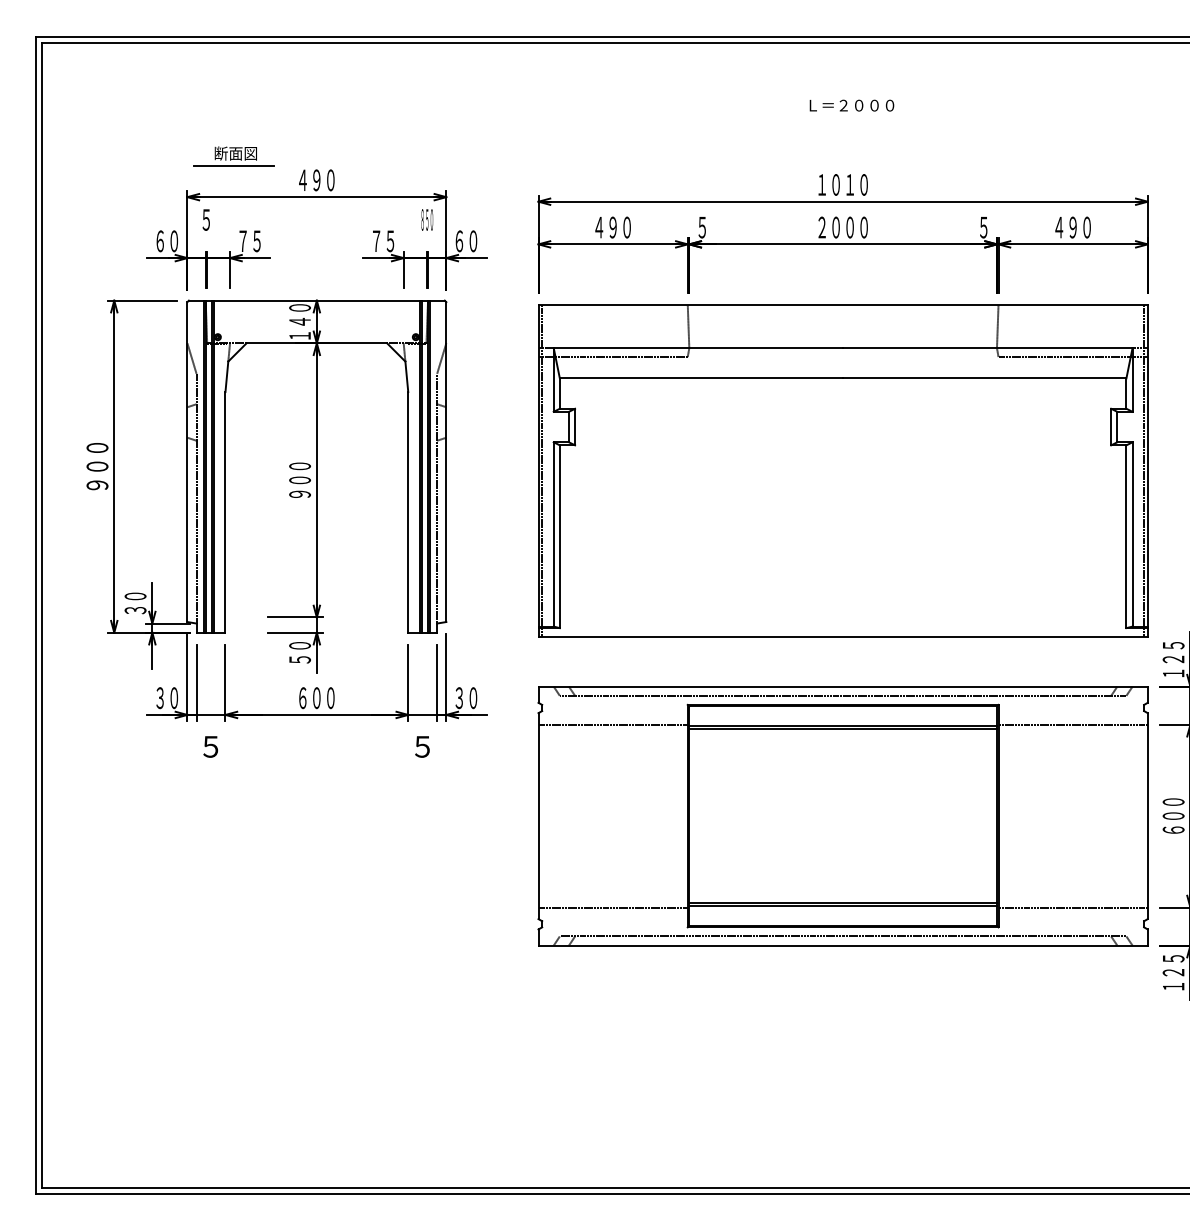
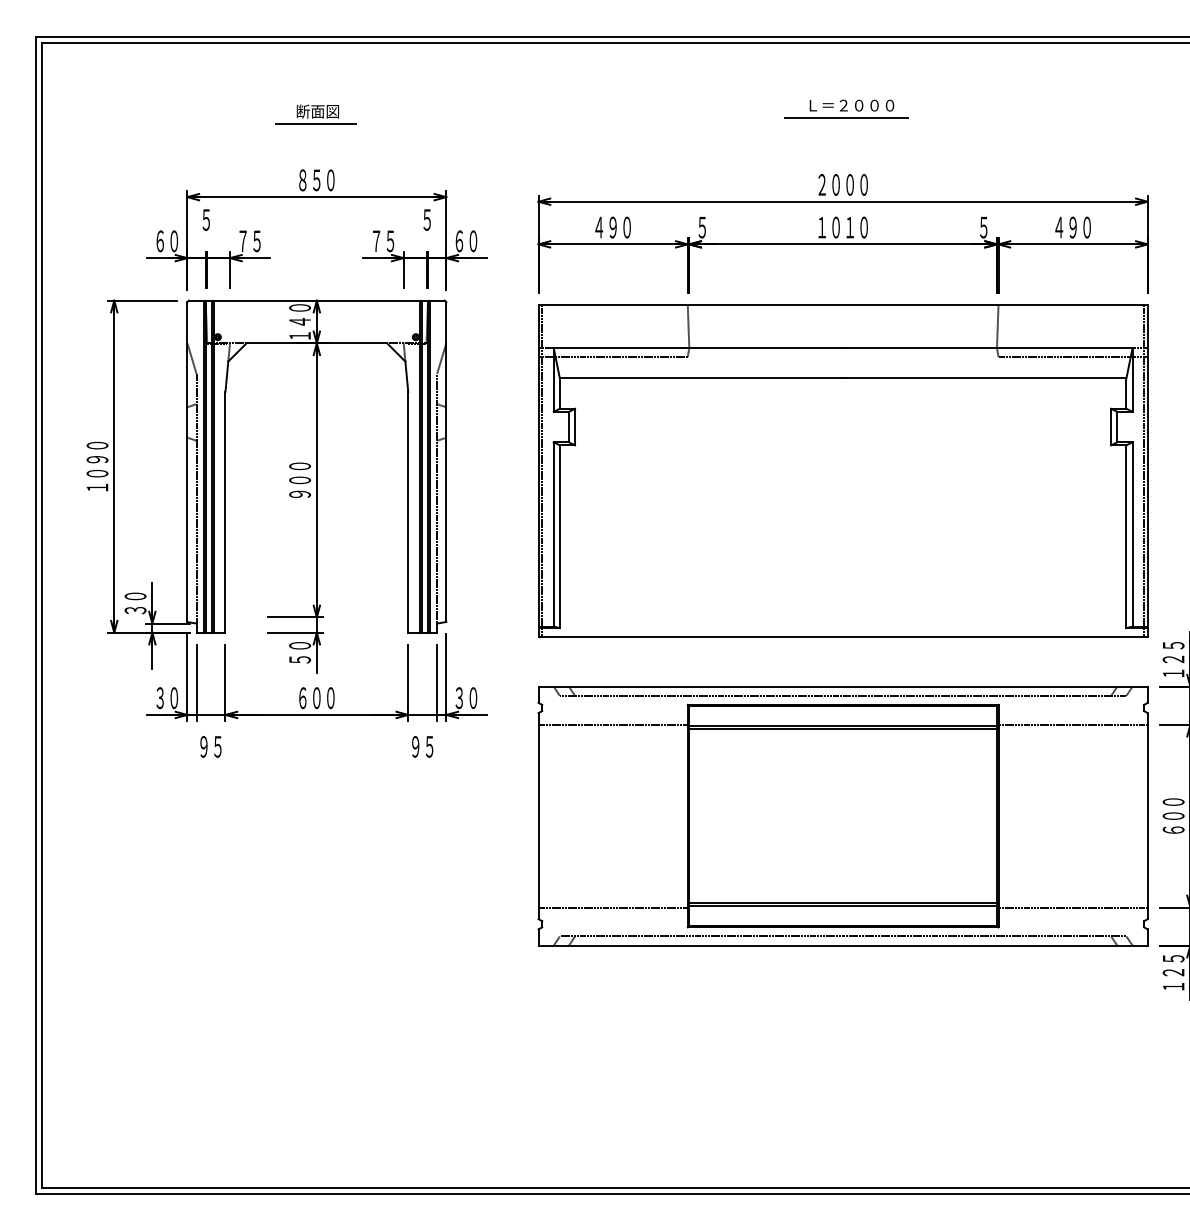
line at (846, 117): none -> present
part at (233, 156) position: (233, 156) -> (315, 114)
text at (309, 180): ４９０ -> ８５０
text at (835, 184): １０１０ -> ２０００
text at (427, 219): ８５０ -> ５
text at (835, 227): ２０００ -> １０１０
text at (97, 466): ９００ -> １０９０
text at (210, 746): ５ -> ９５
text at (422, 746): ５ -> ９５
